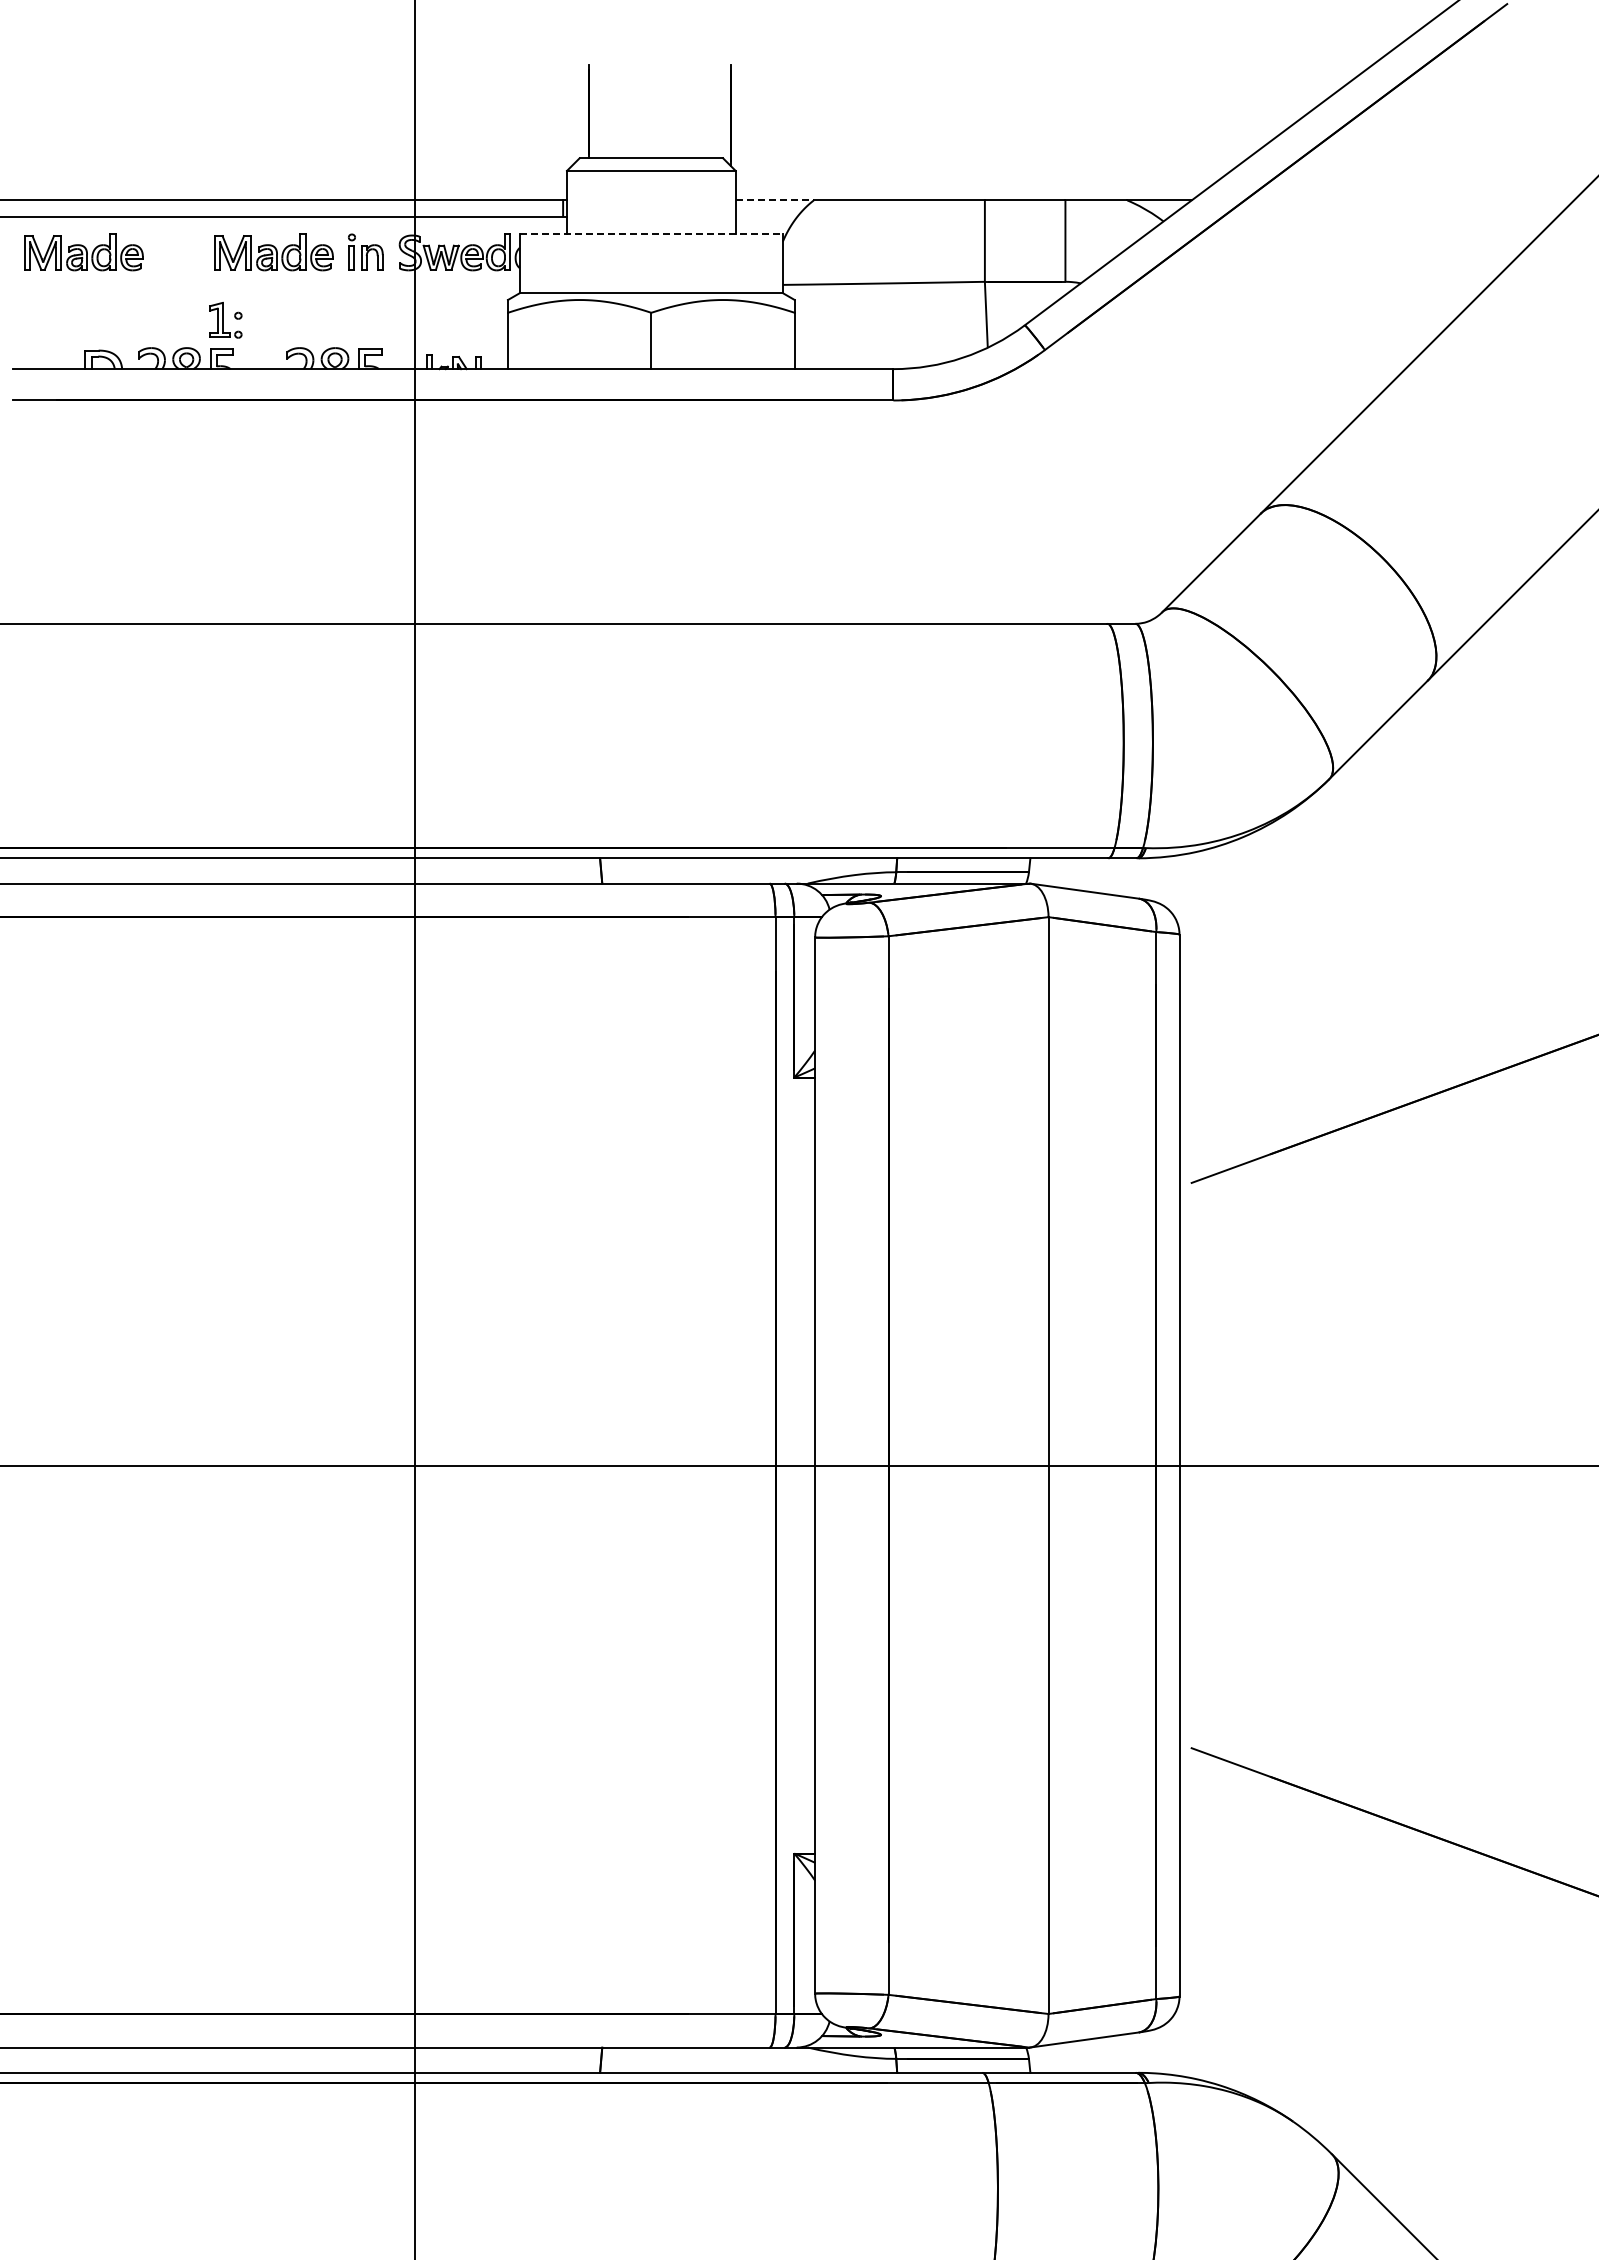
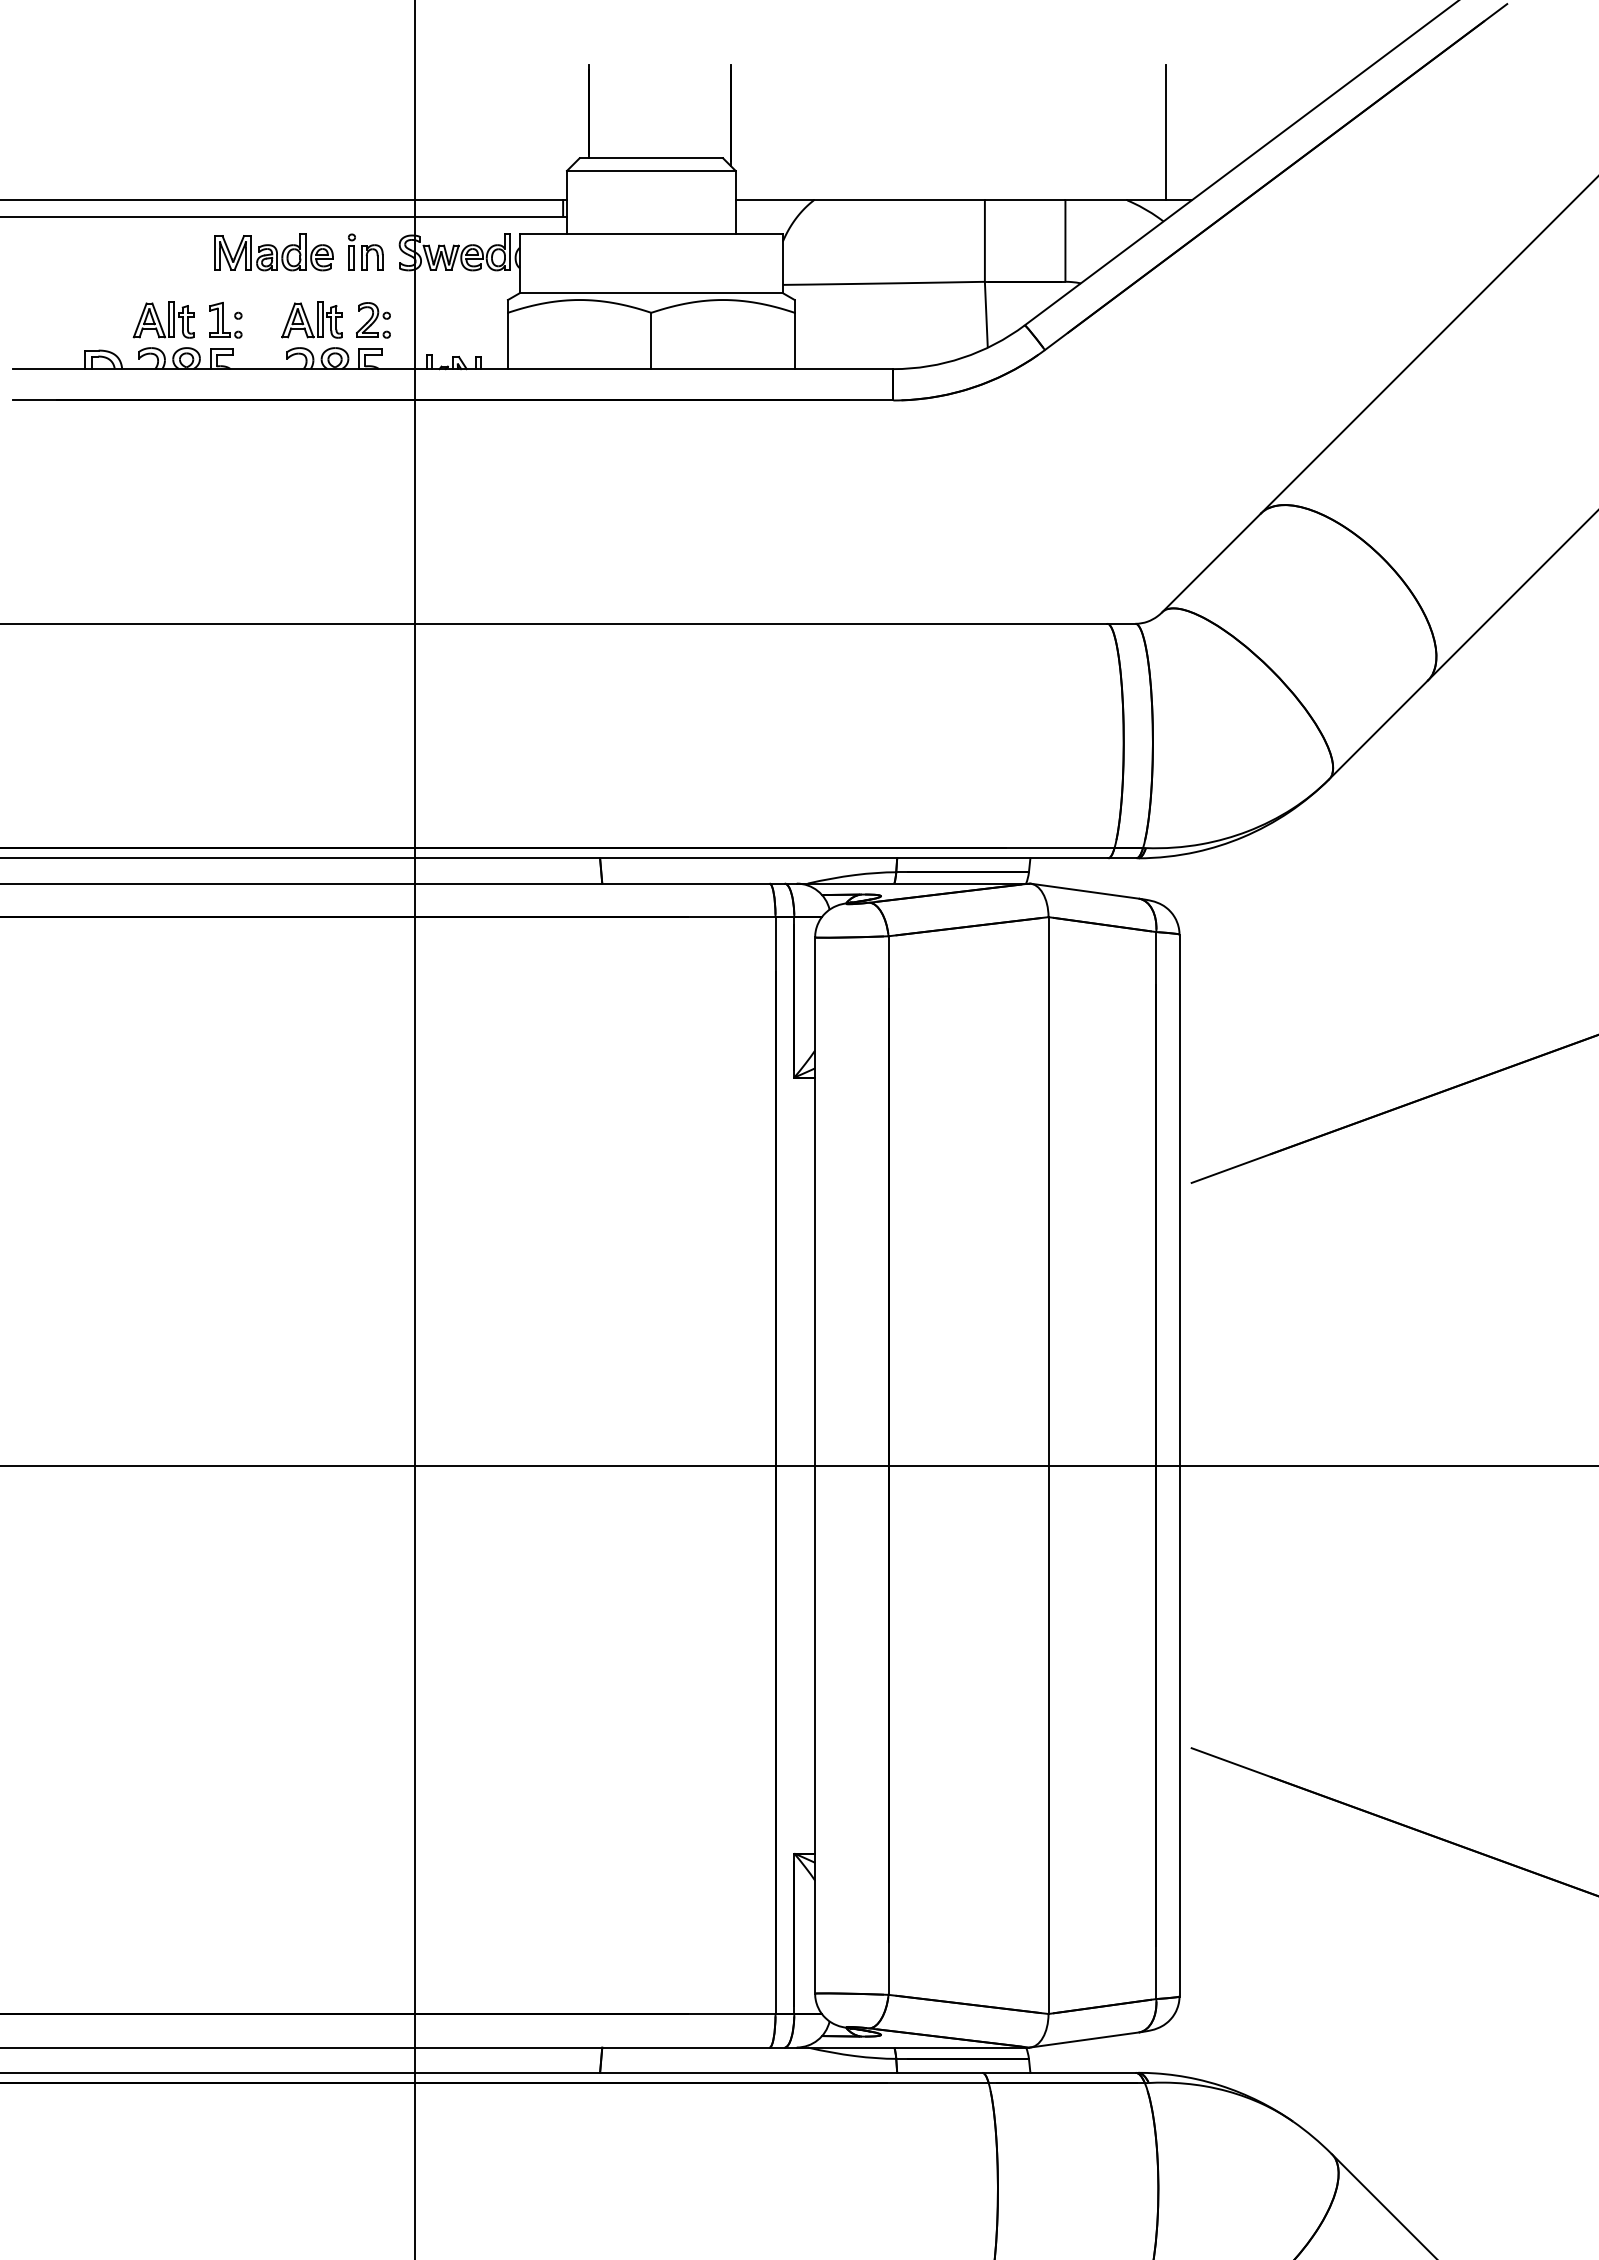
line at (1165, 132): none -> present
line at (775, 200): dashed -> solid
line at (651, 234): dashed -> solid
part at (83, 252): present -> none
part at (163, 319): none -> present
part at (311, 319): none -> present
part at (373, 320): none -> present
